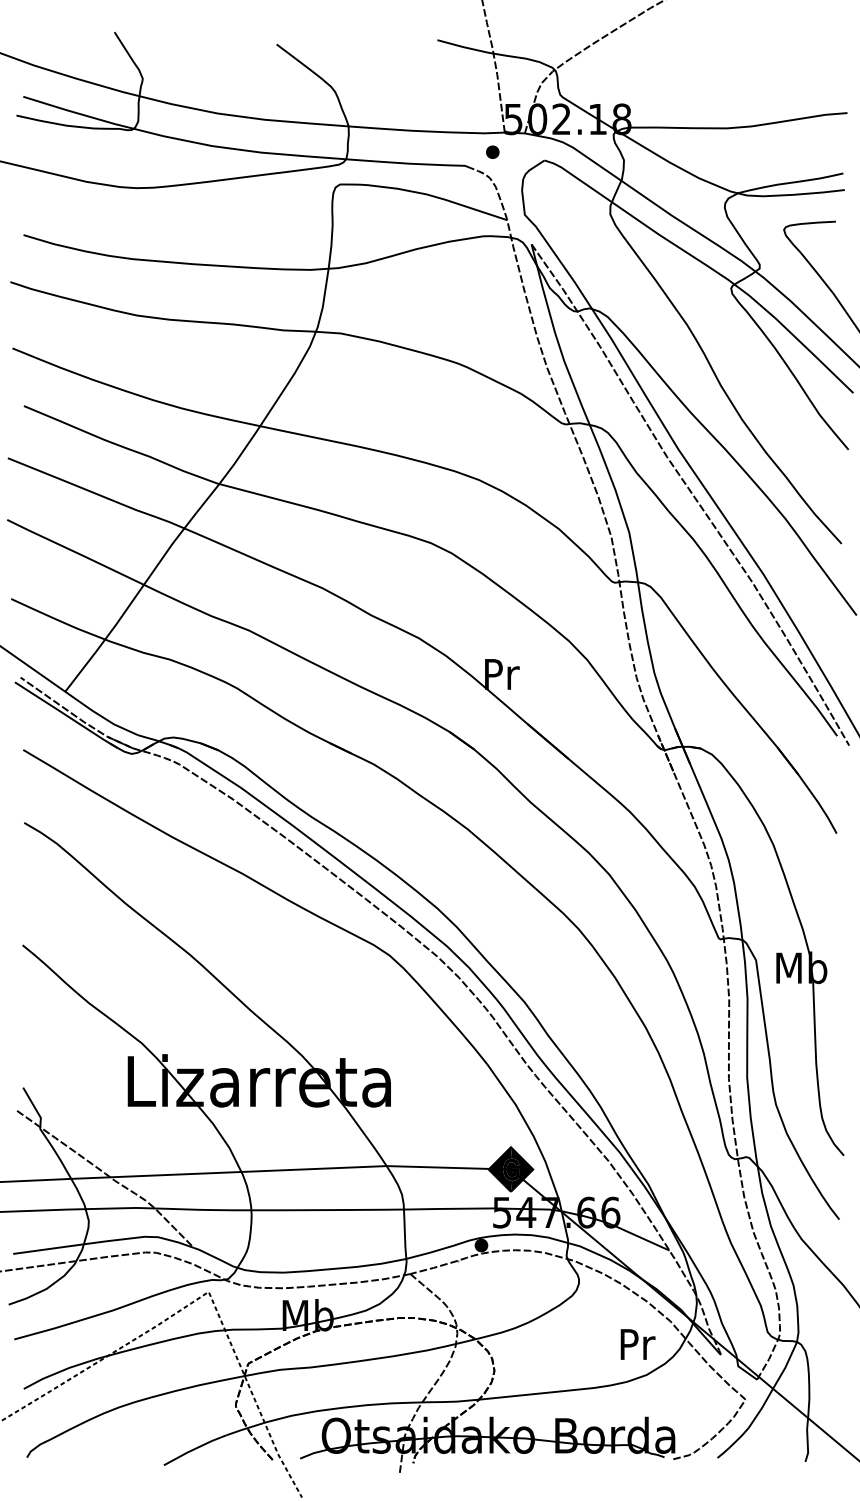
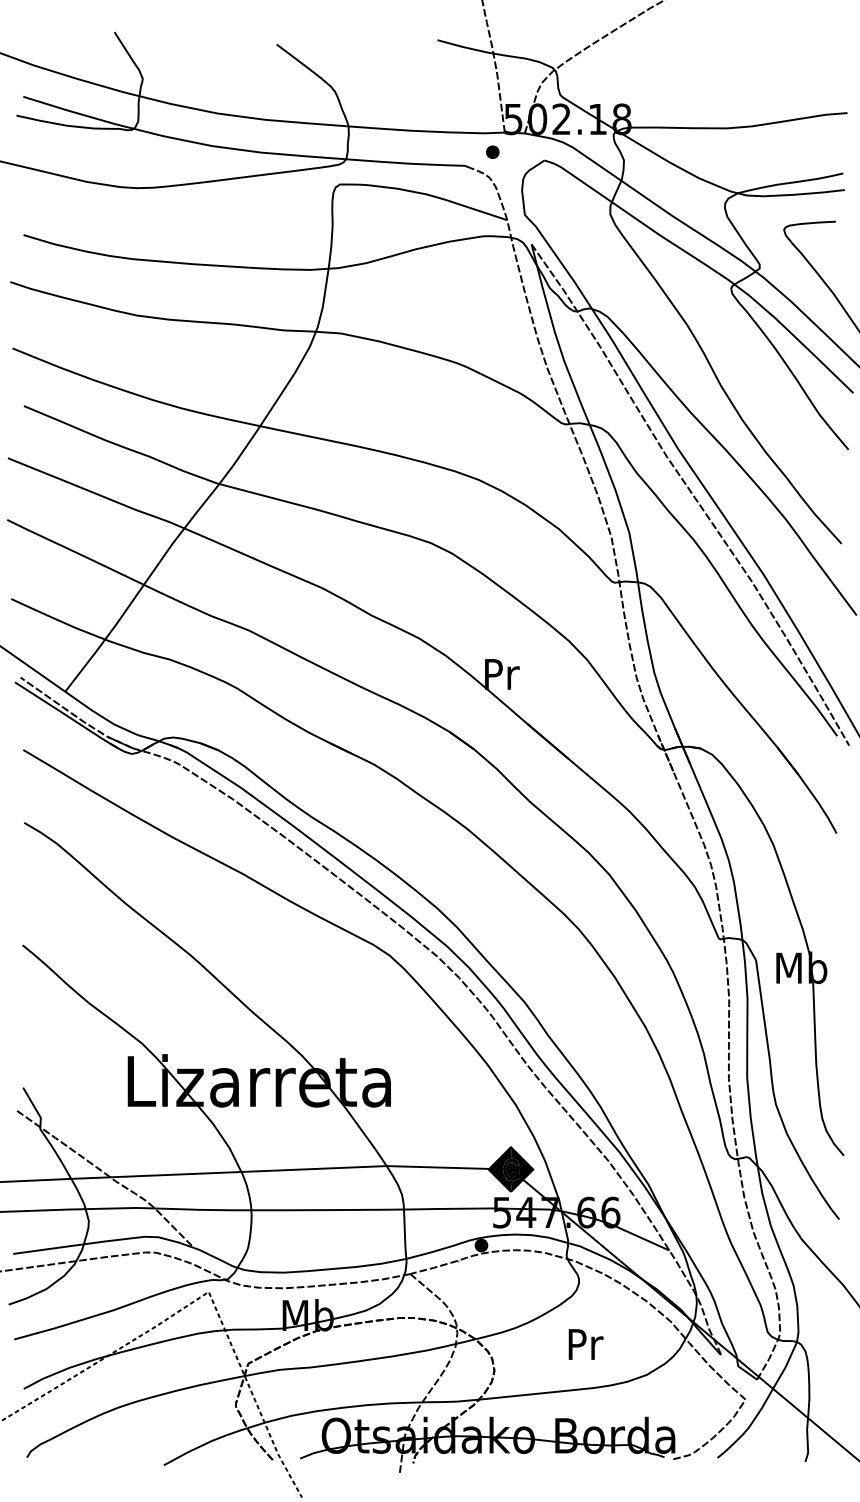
text at (637, 1344) position: (637, 1344) -> (585, 1344)
